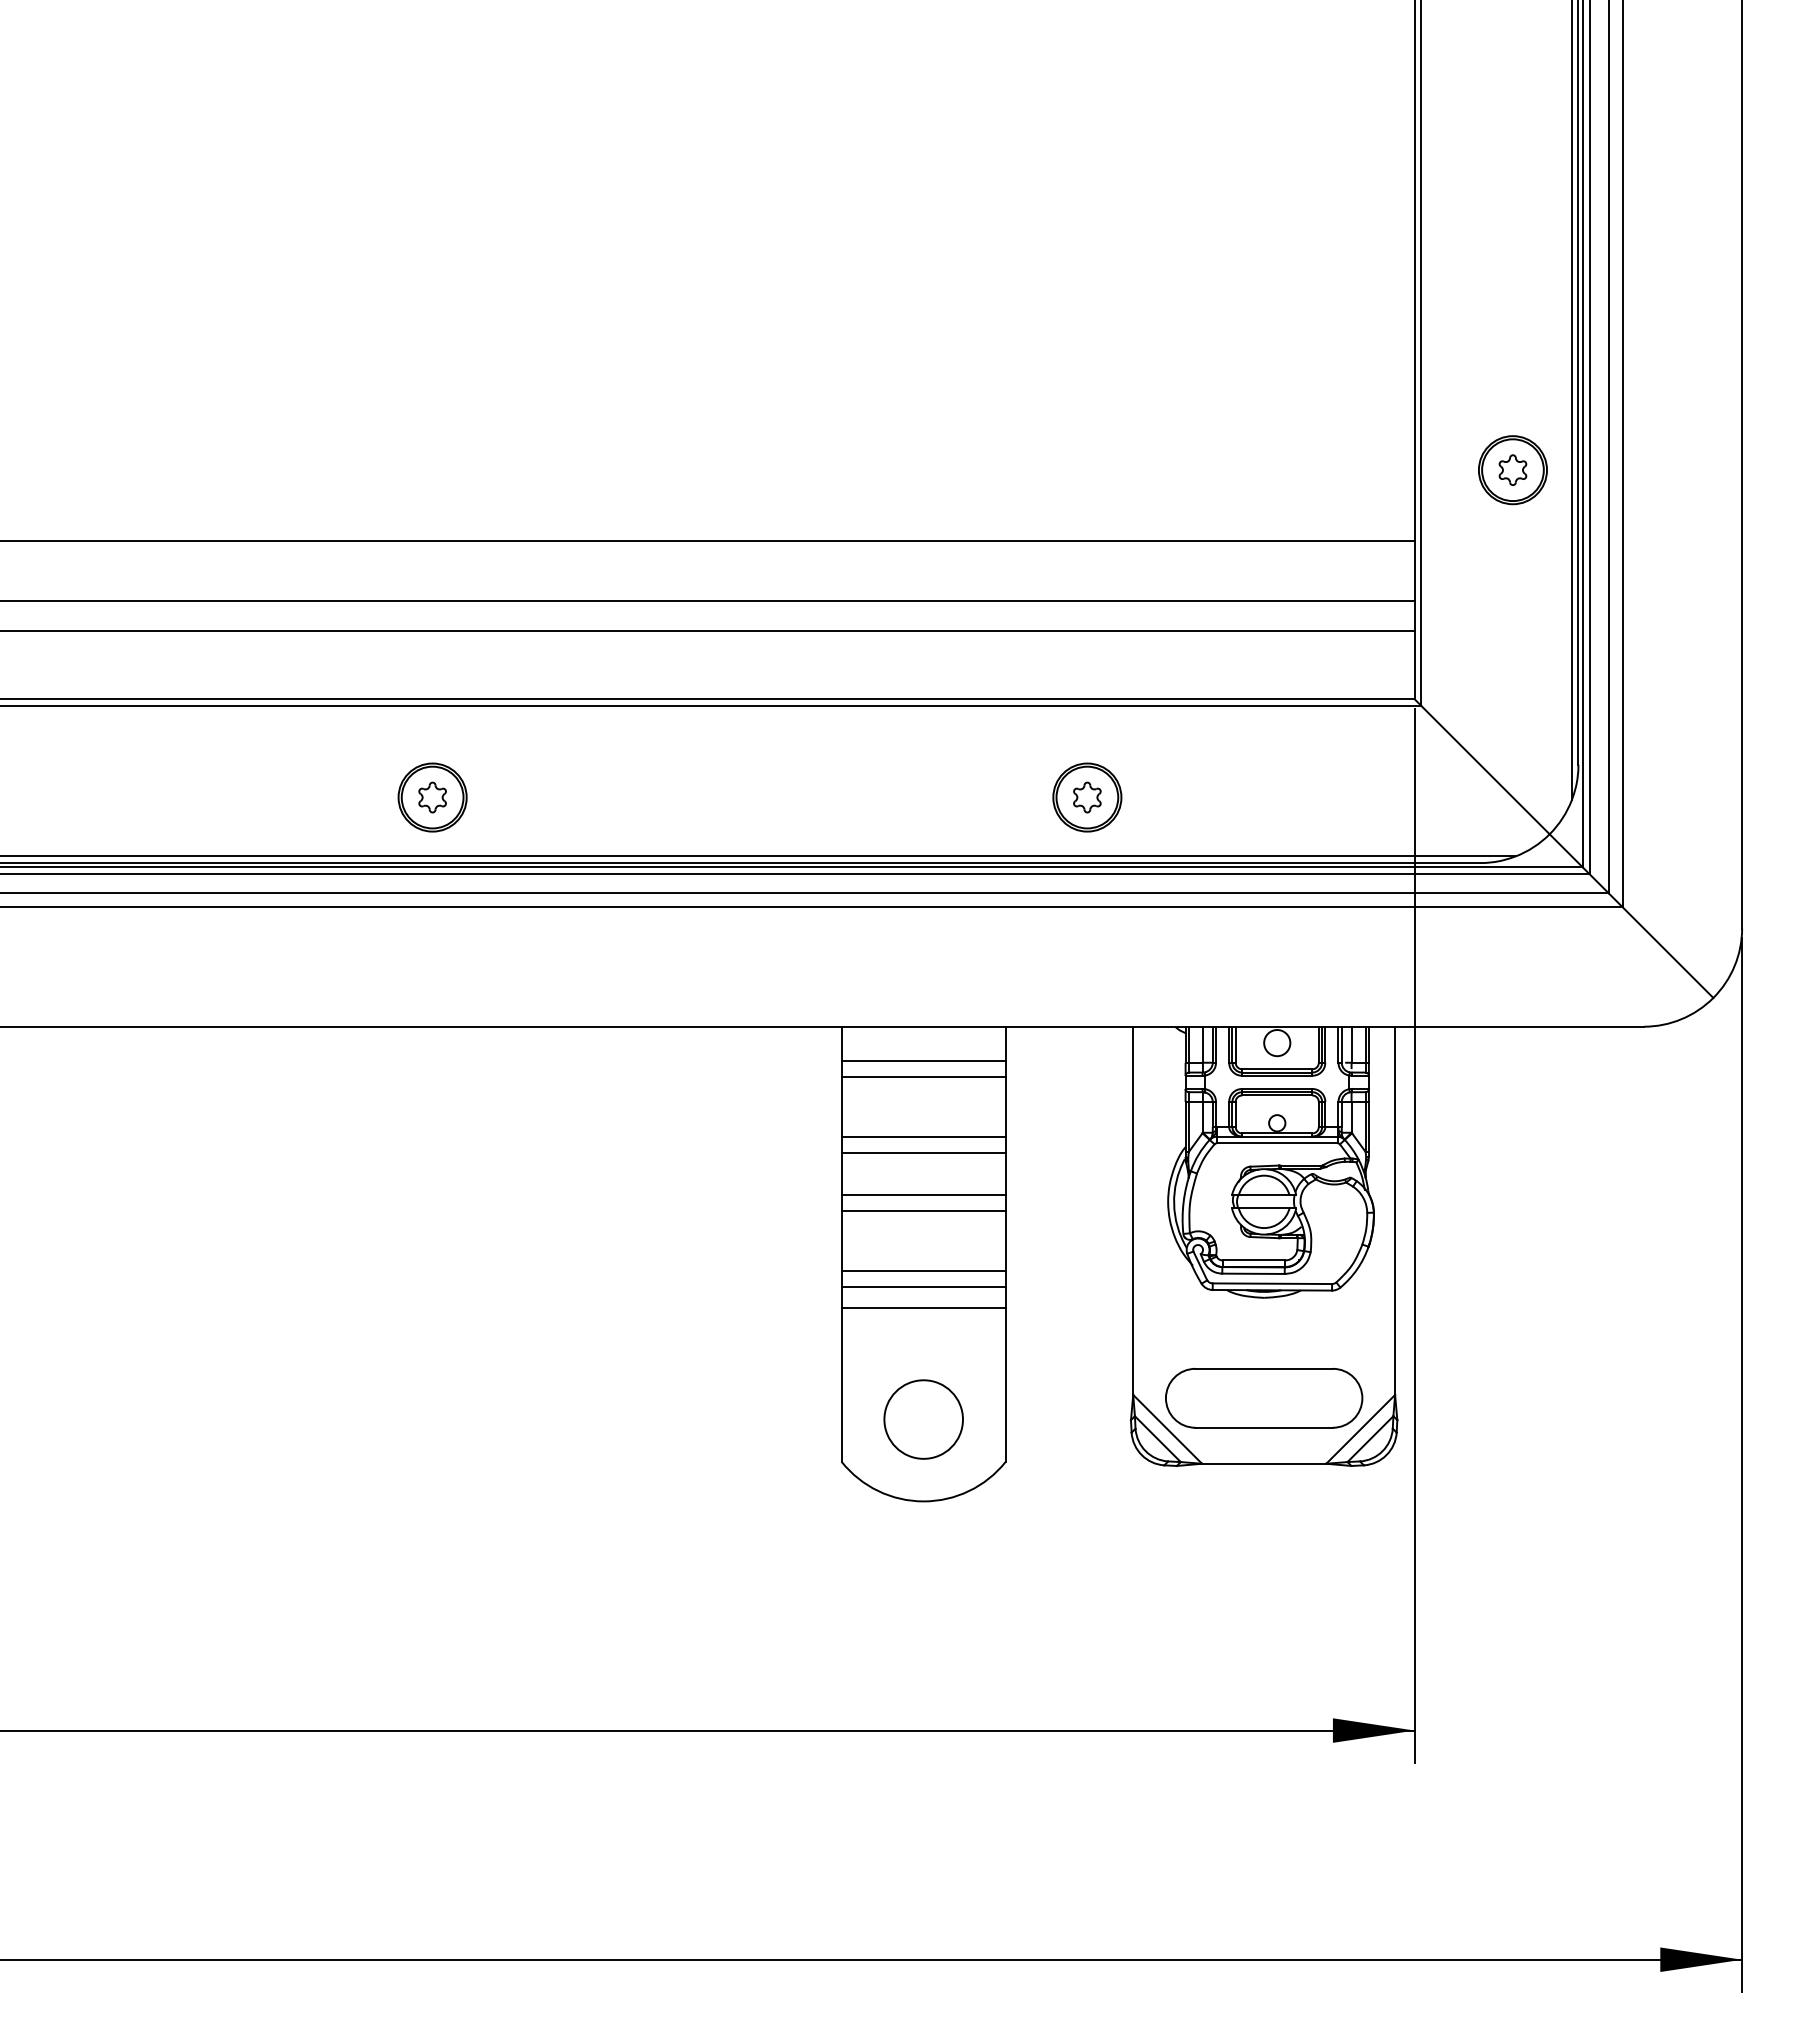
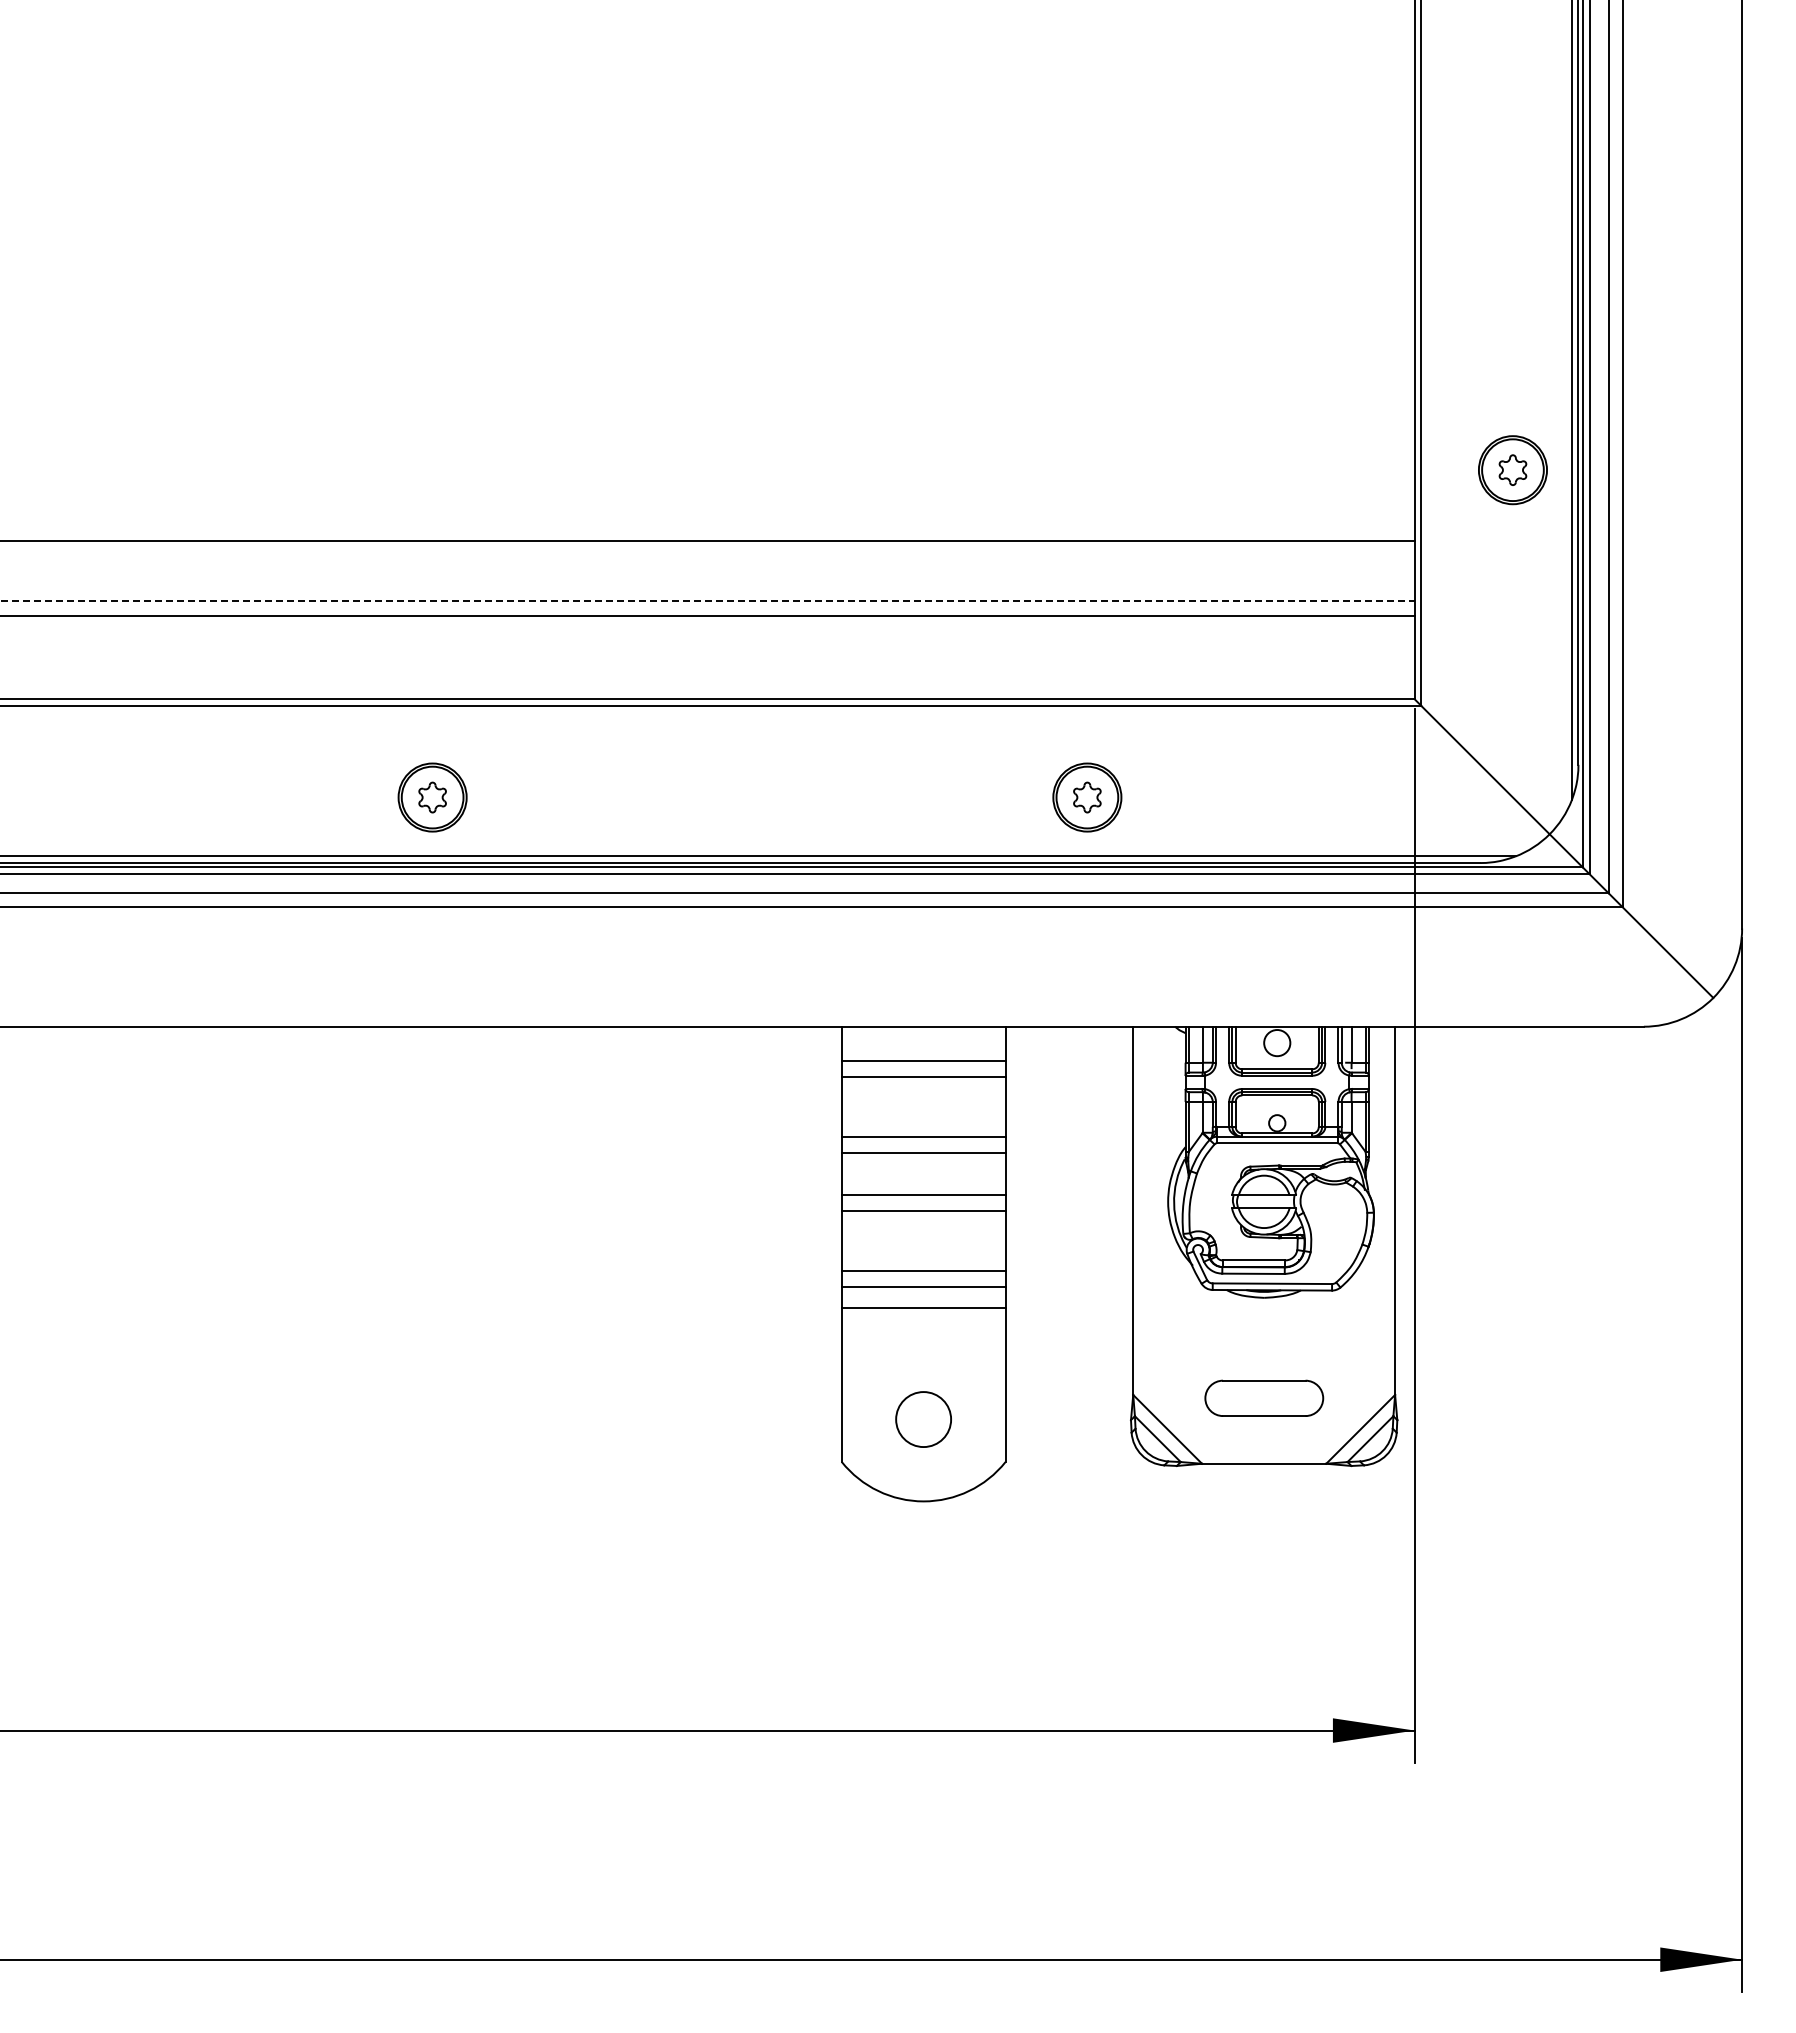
line at (708, 601): solid -> dashed
line at (708, 630) position: (708, 630) -> (708, 615)
part at (1264, 1398) size: 199x61 px -> 121x38 px
circle at (923, 1419) size: 81x81 px -> 57x57 px
